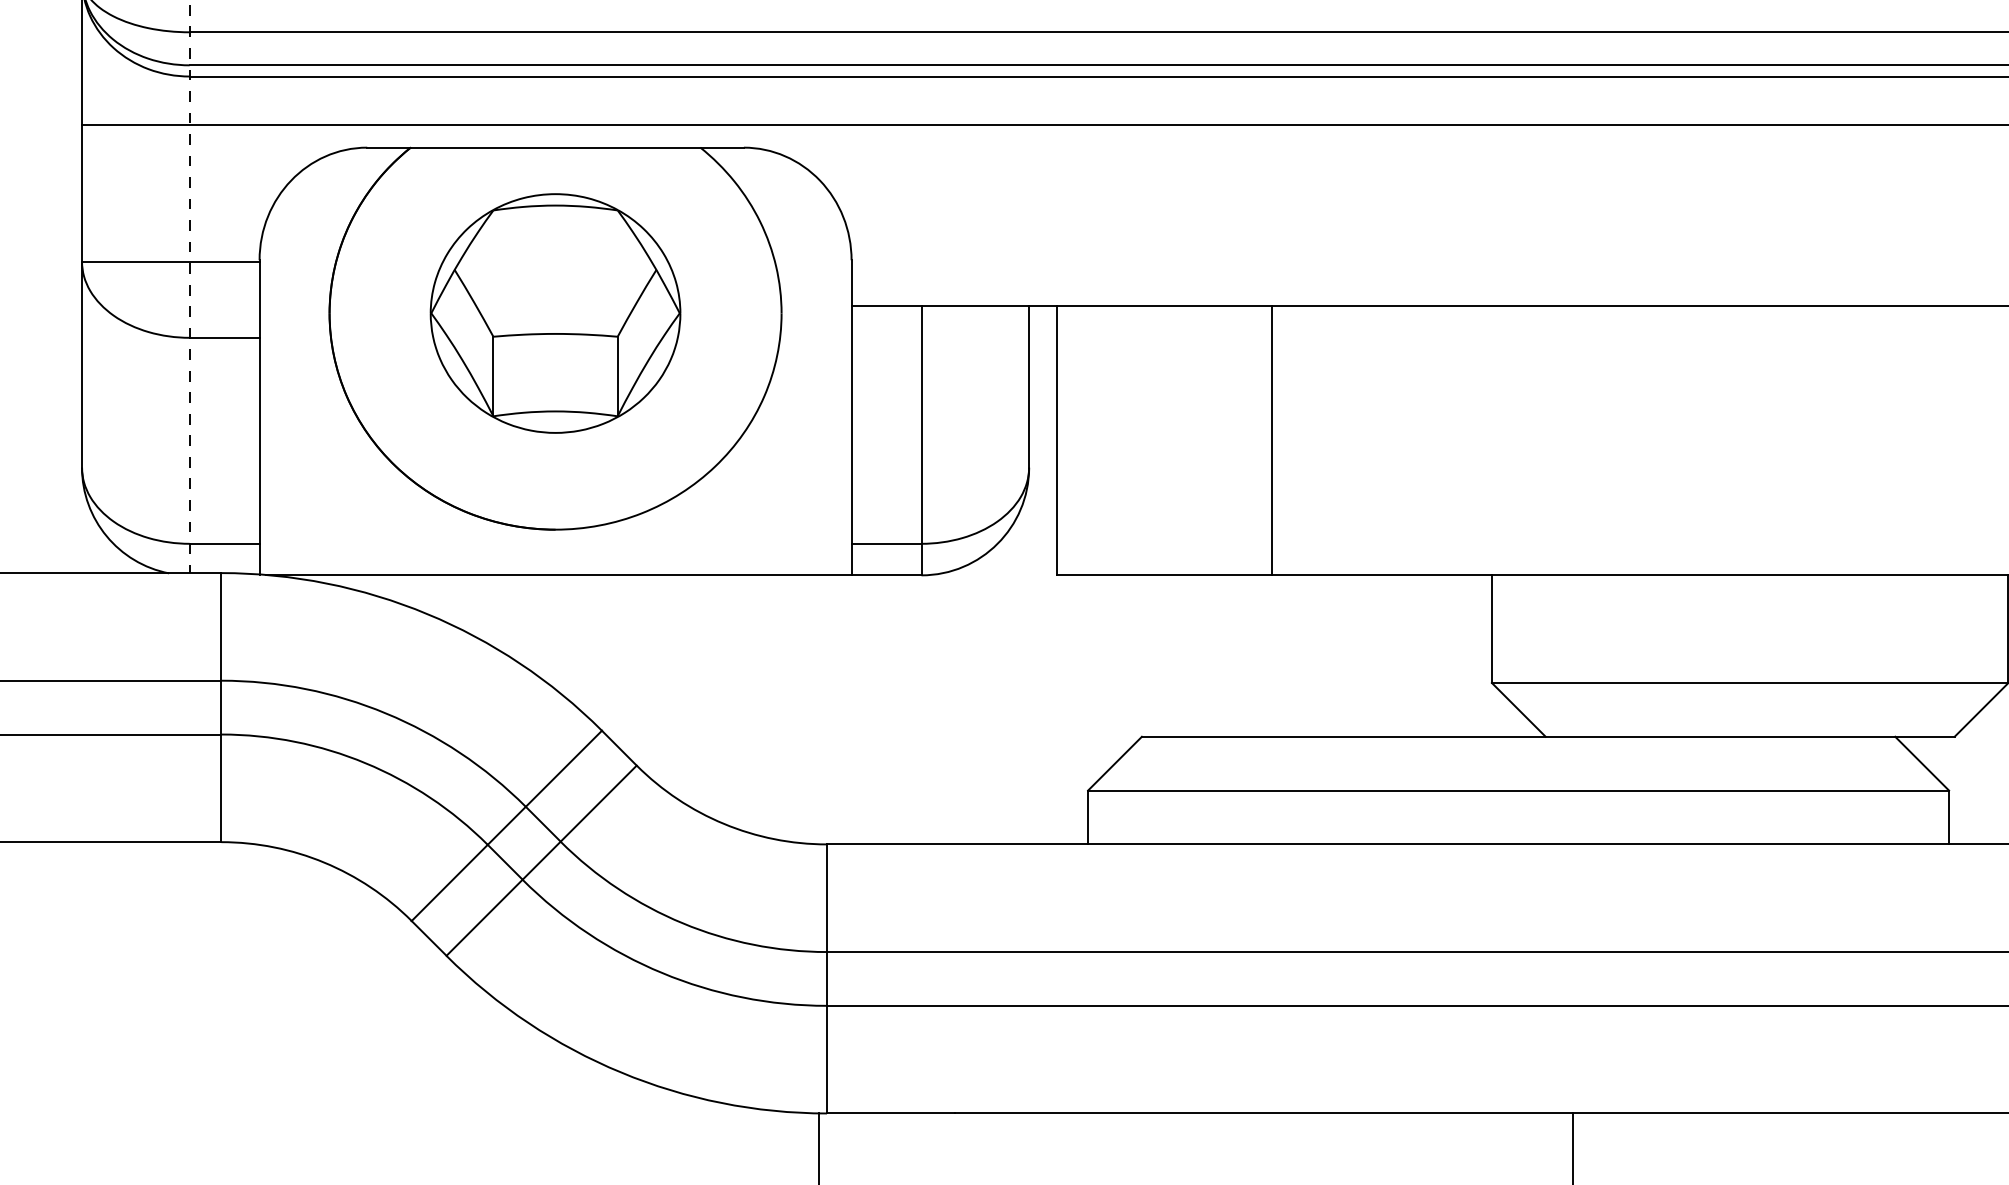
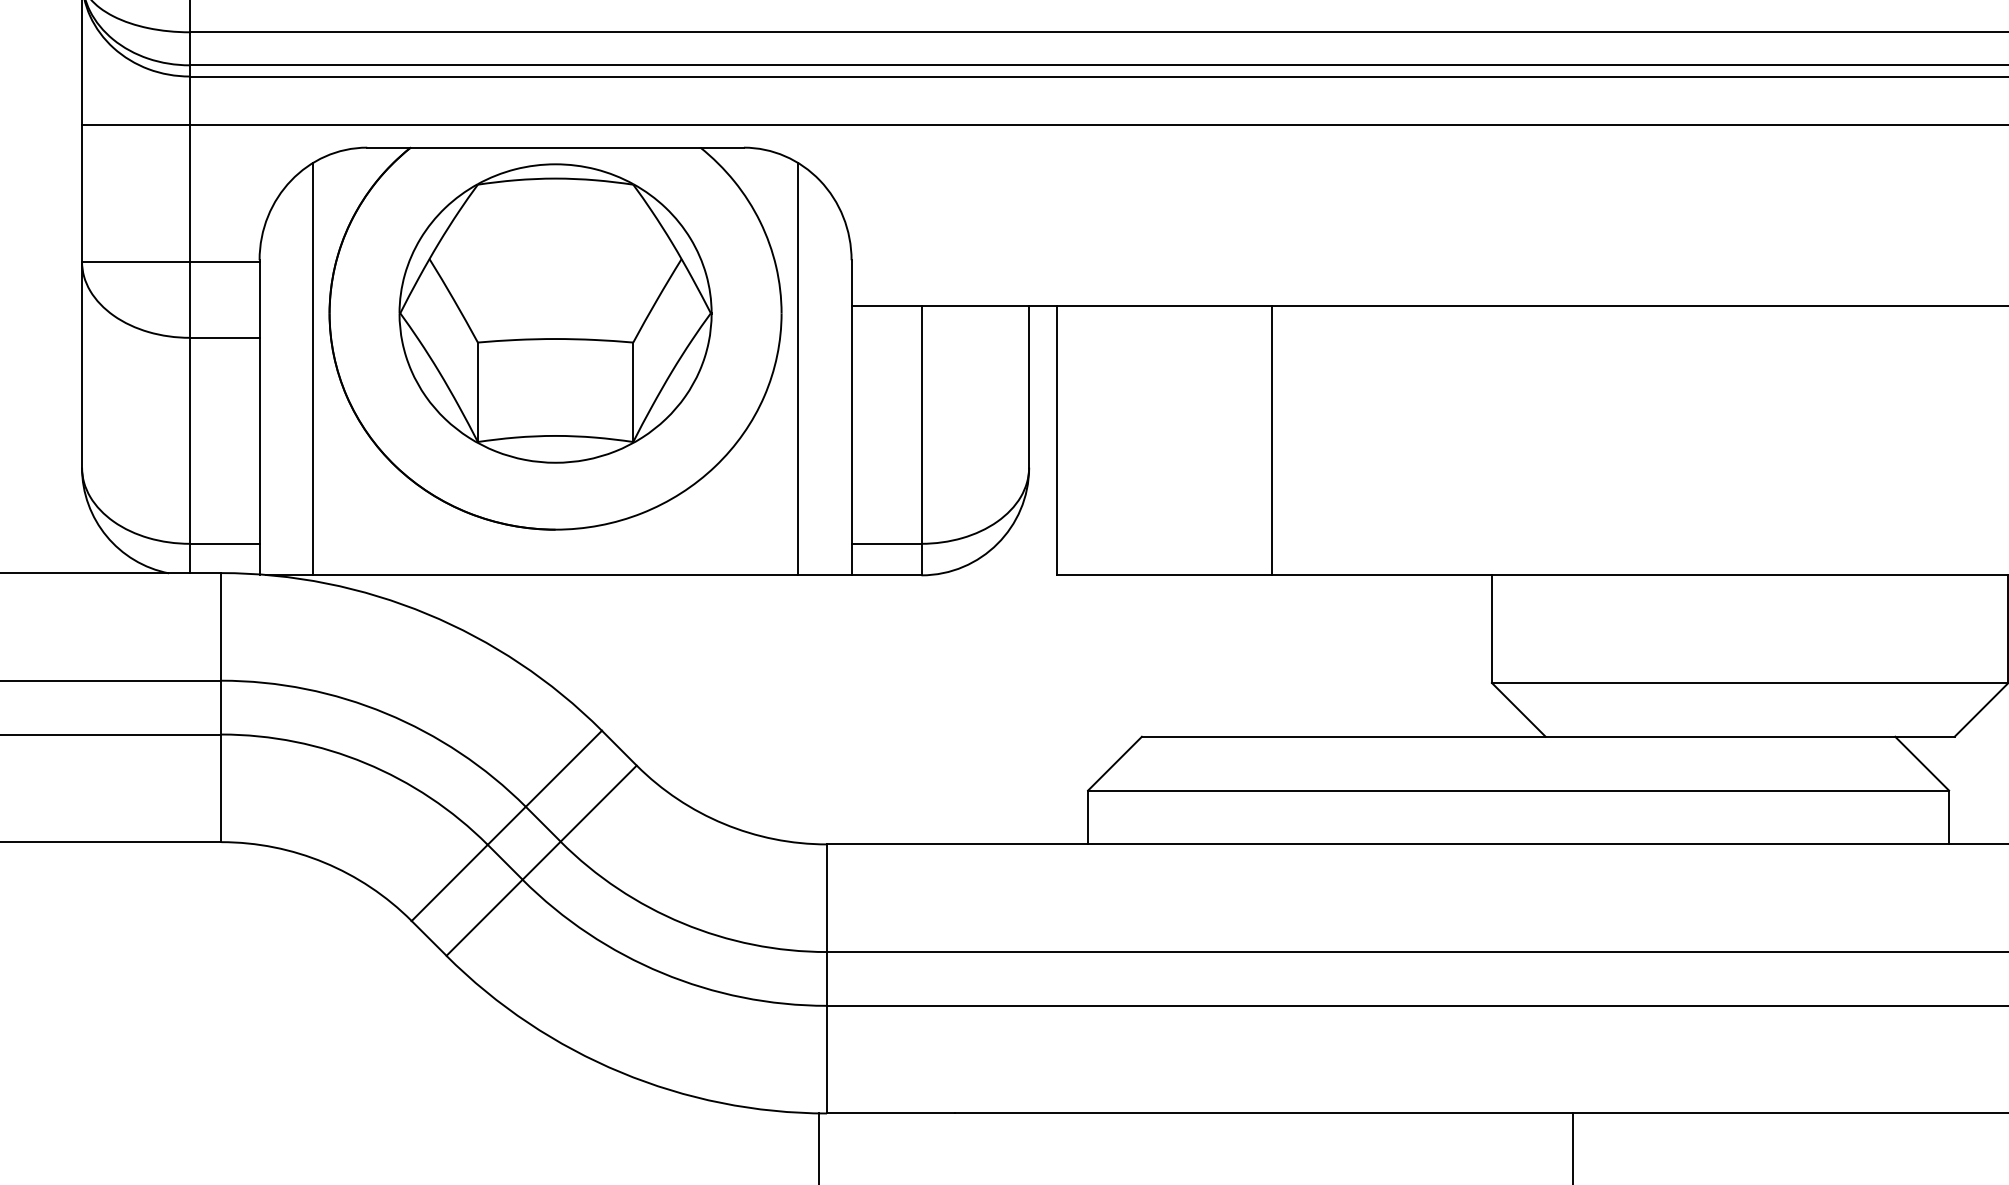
line at (189, 287): dashed -> solid
part at (555, 313) size: 253x241 px -> 315x301 px
line at (313, 369): none -> present
line at (797, 369): none -> present
